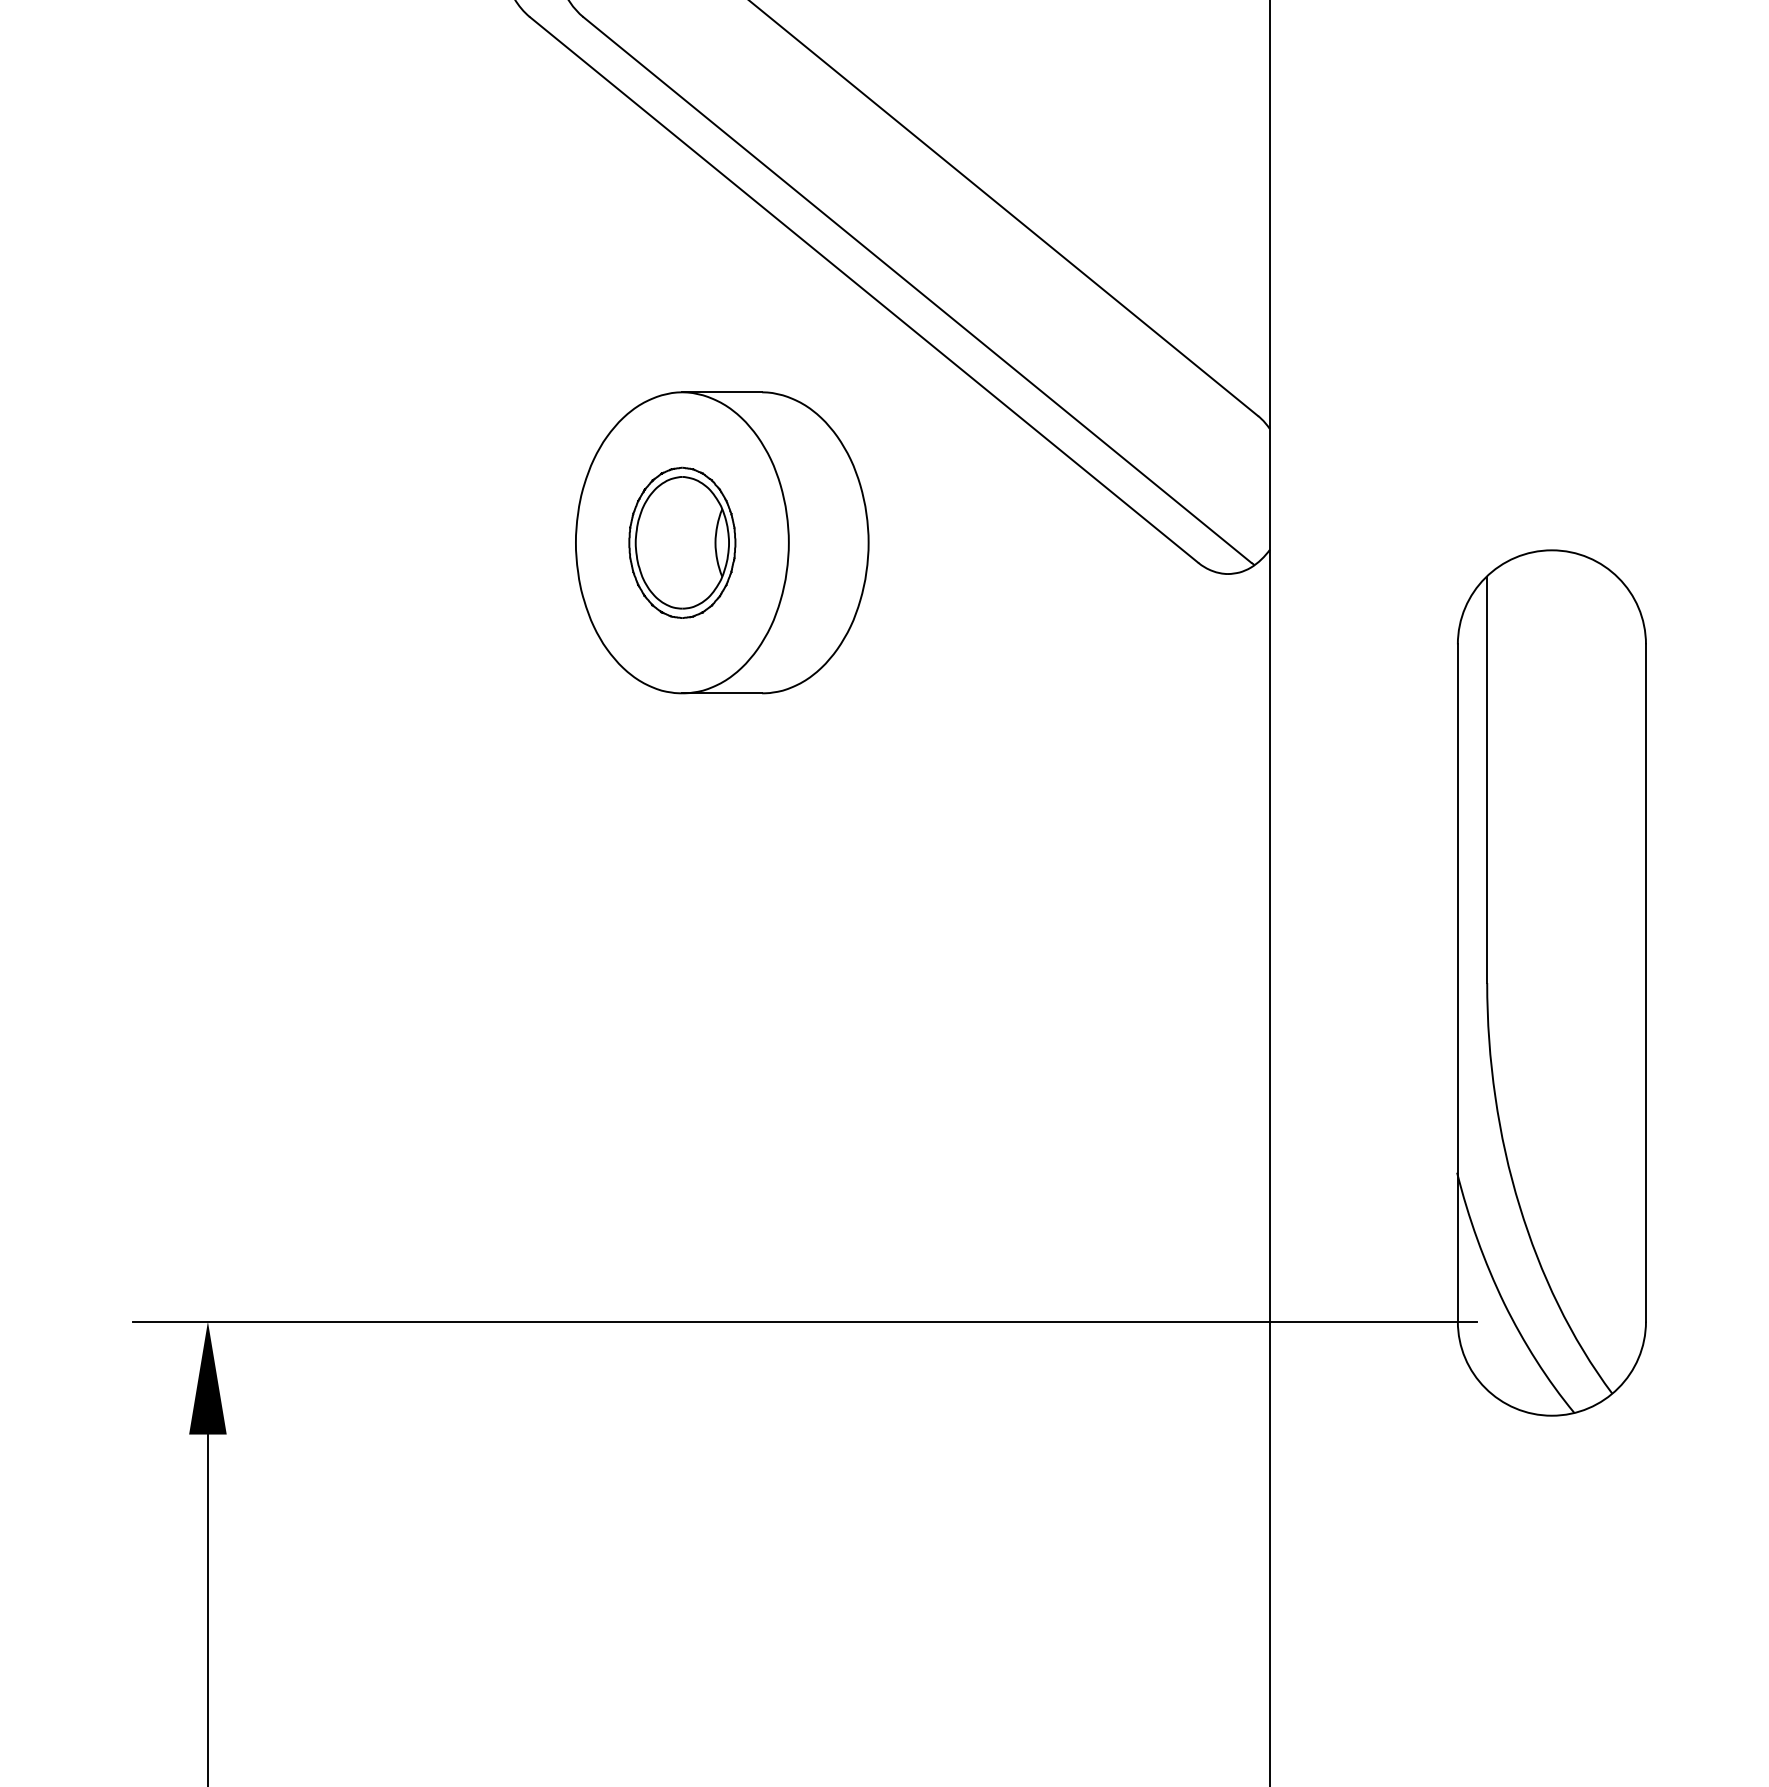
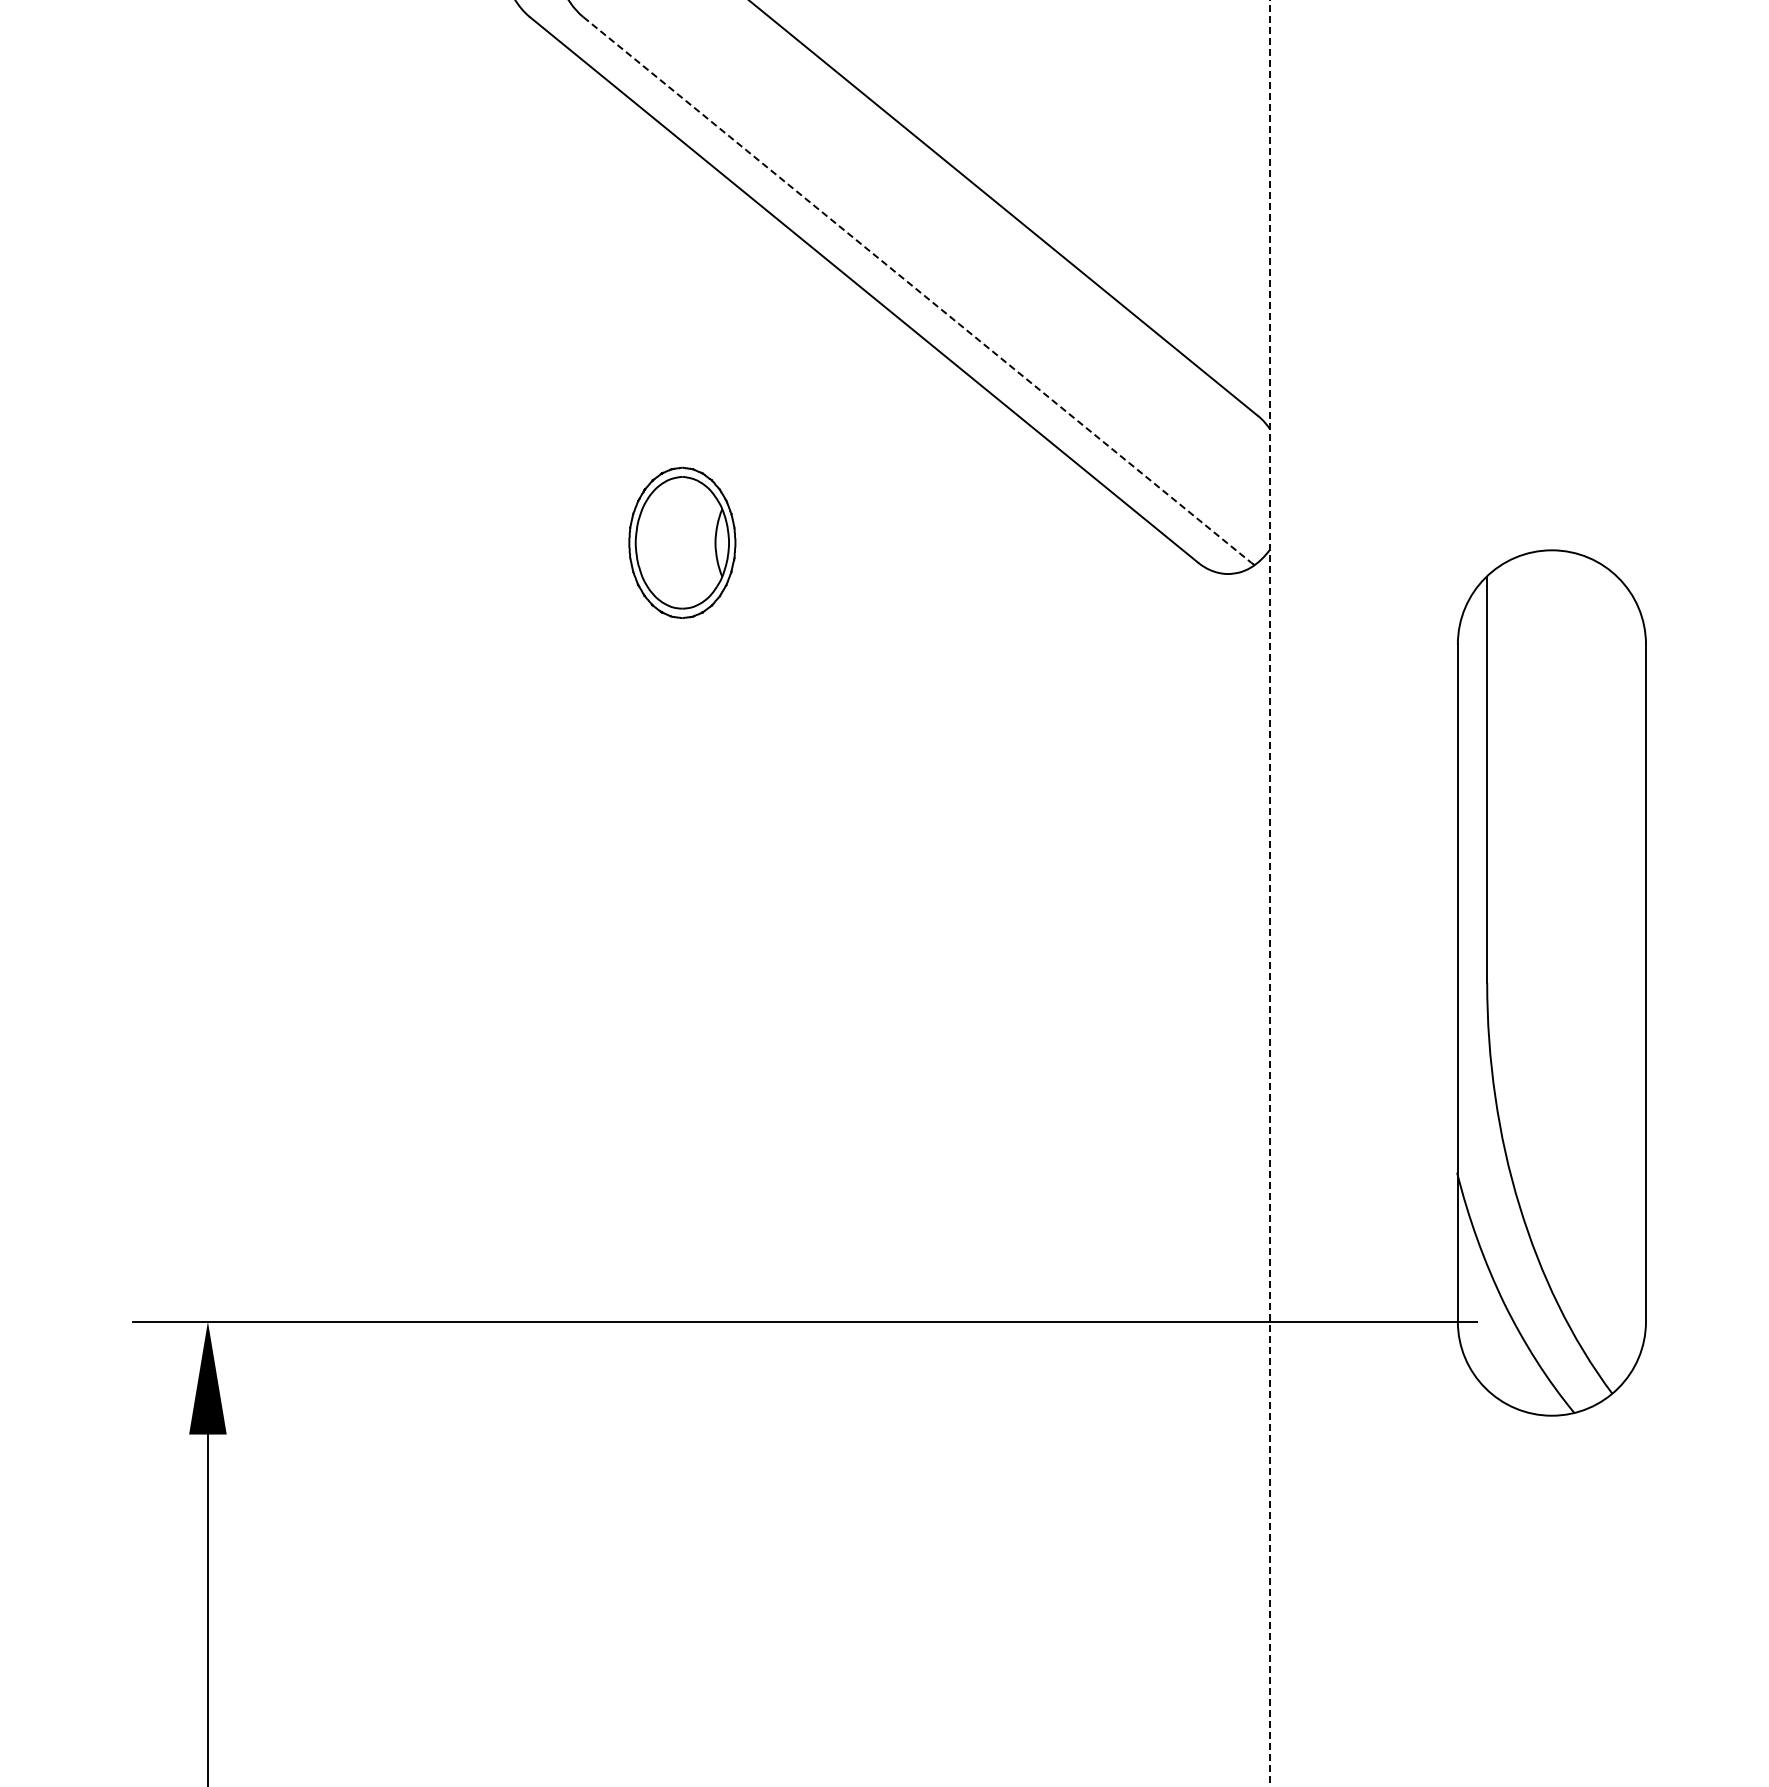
line at (917, 290): solid -> dashed
part at (722, 542): present -> none
line at (1269, 892): solid -> dashed
